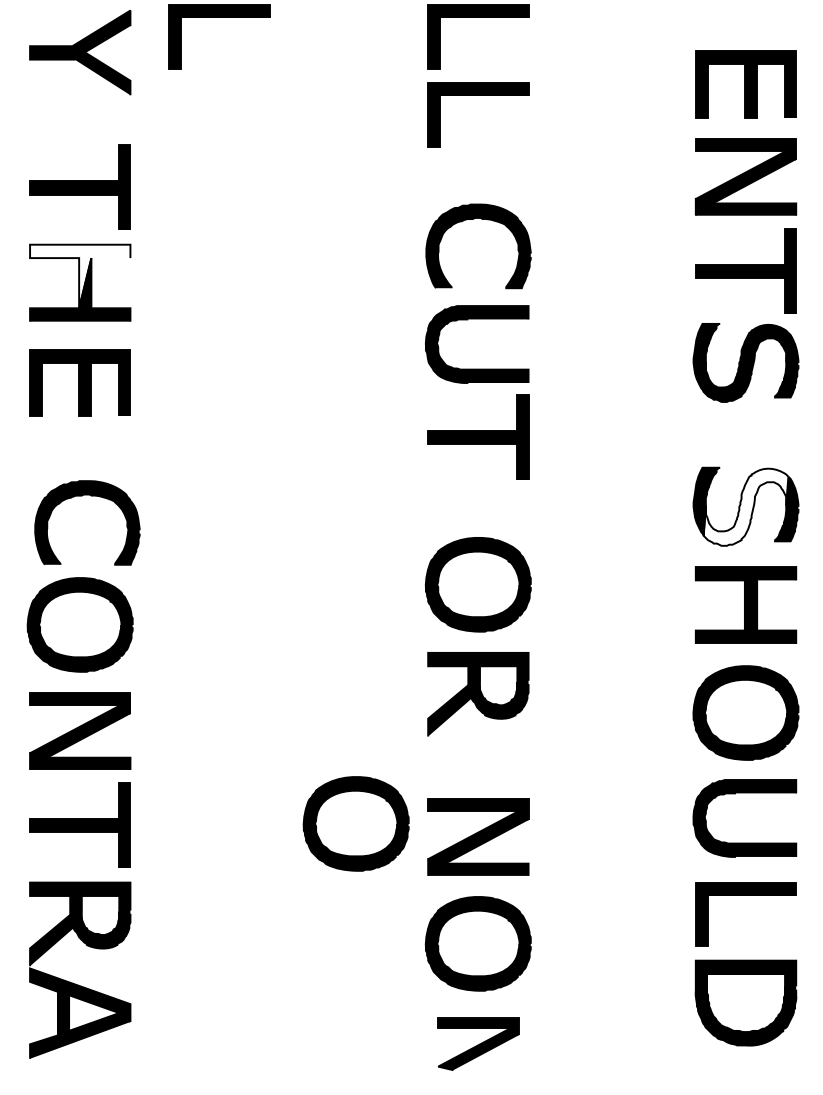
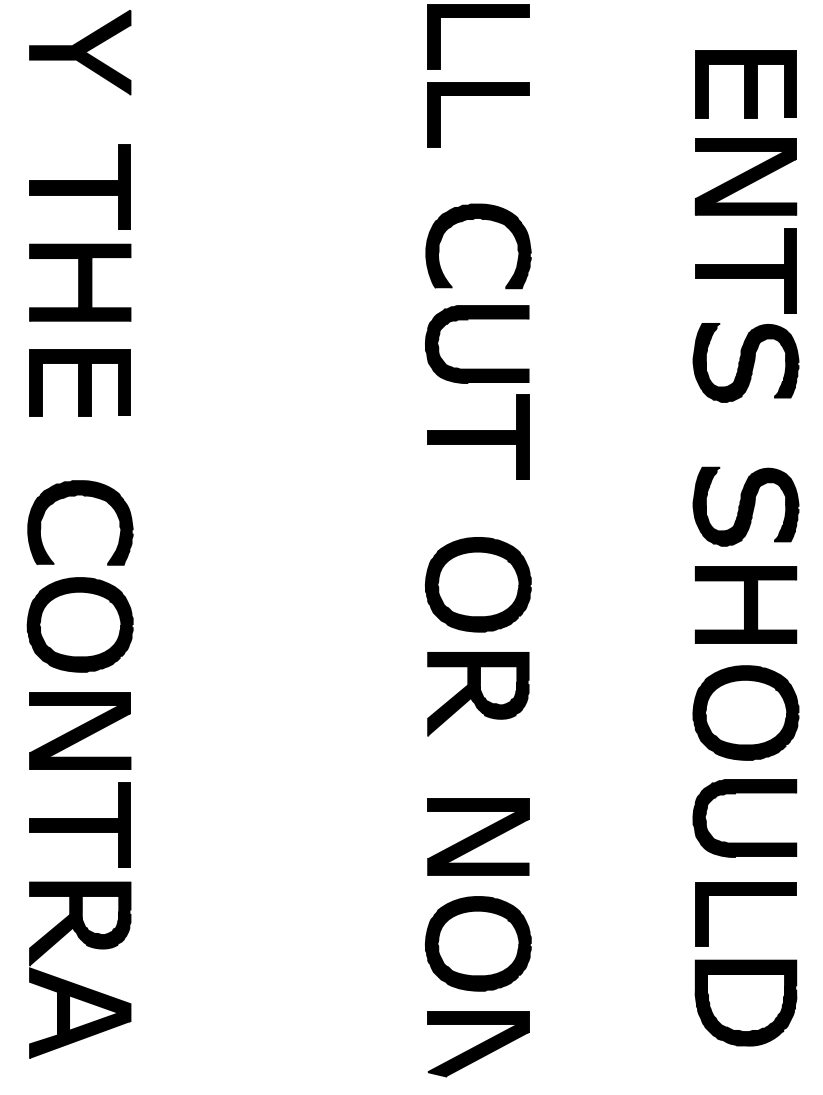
part at (219, 17): present -> none
fill at (80, 276): none -> present
part at (90, 496) position: (90, 496) -> (83, 496)
fill at (745, 506): none -> present
part at (355, 823): present -> none
part at (478, 1043) size: 83x54 px -> 103x67 px
